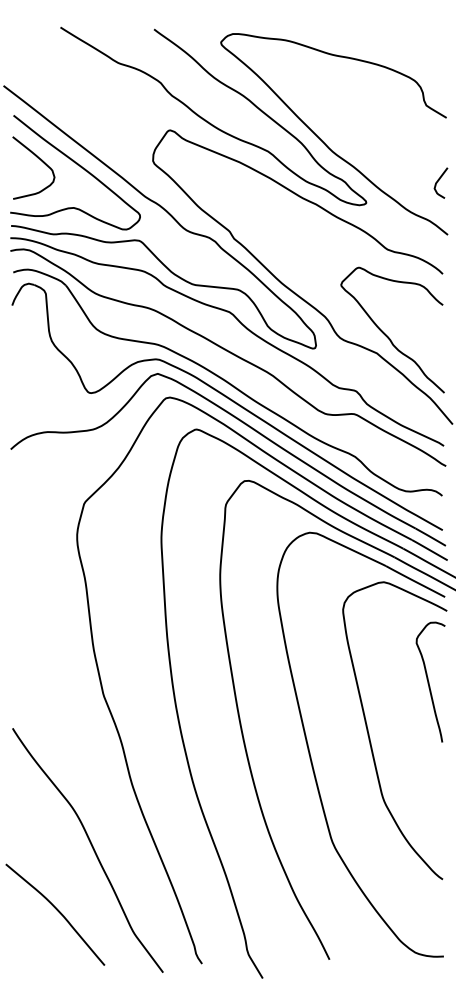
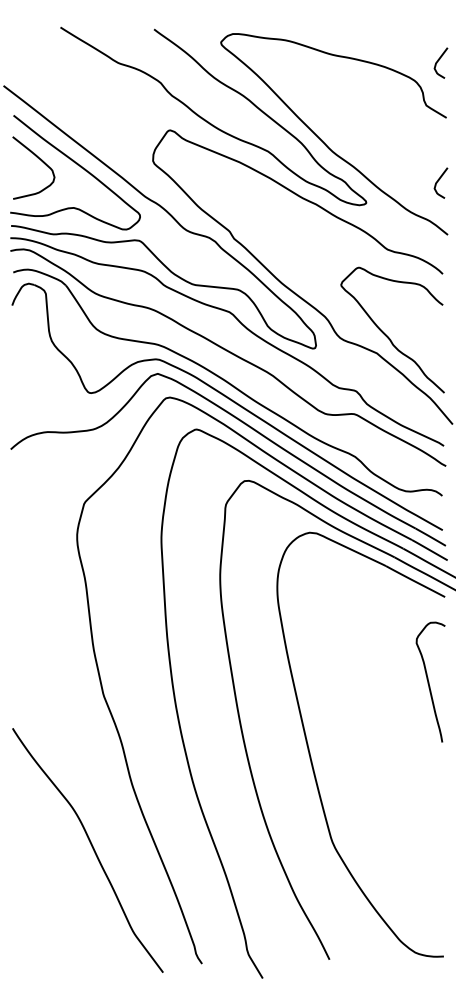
curve at (439, 60): none -> present
curve at (369, 733): present -> none
curve at (57, 911): present -> none
